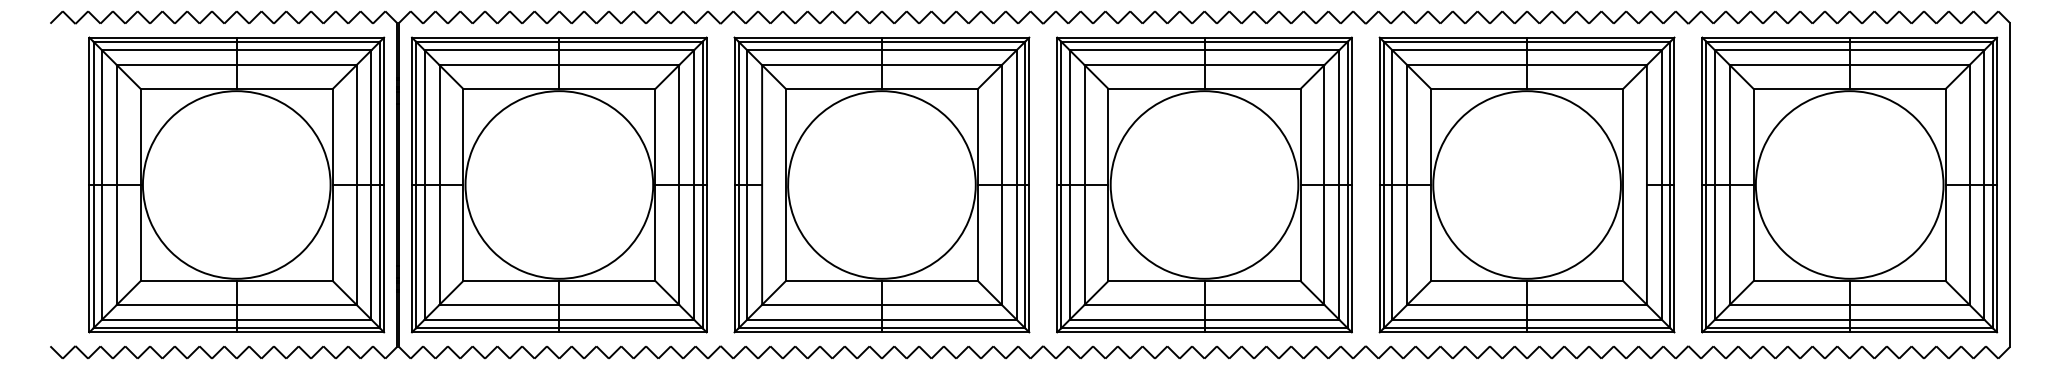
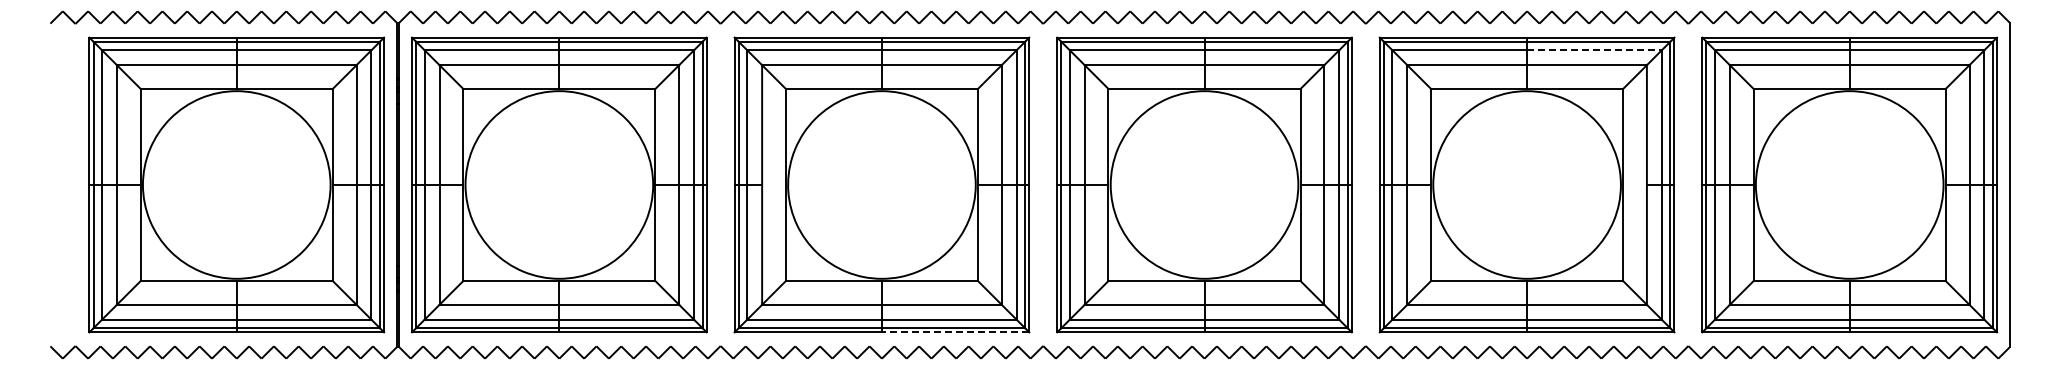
line at (1594, 50): solid -> dashed
line at (955, 332): solid -> dashed
